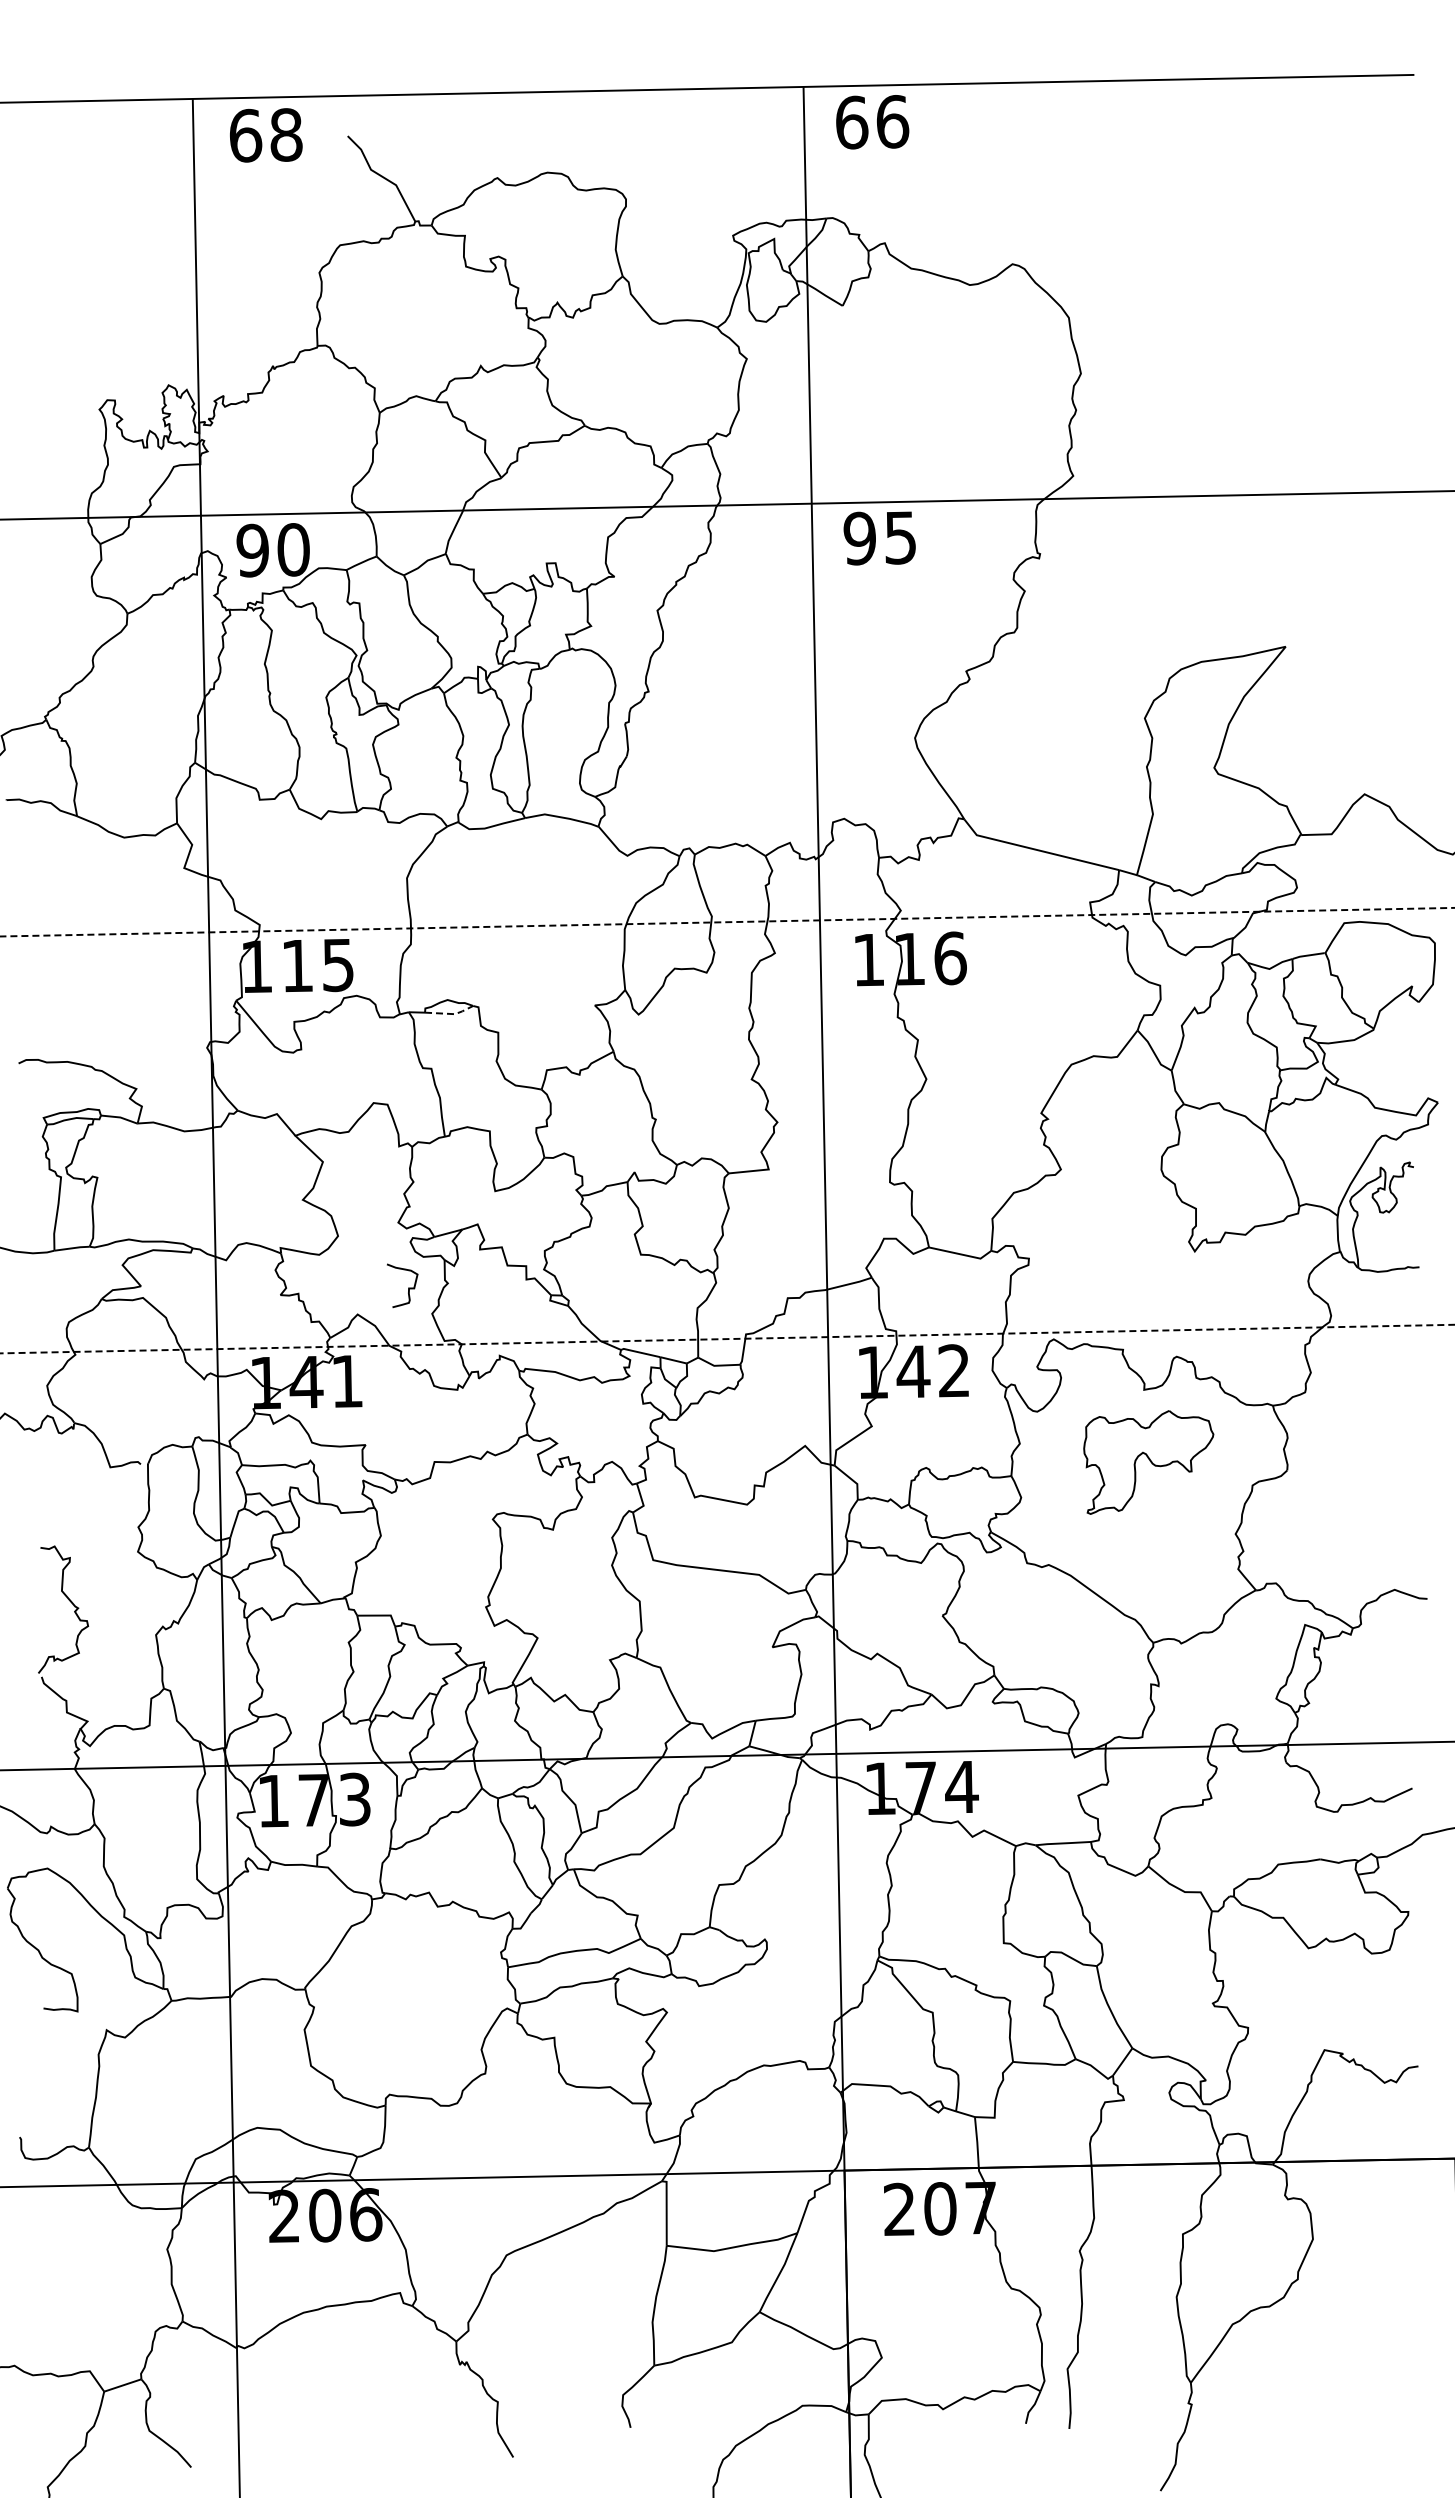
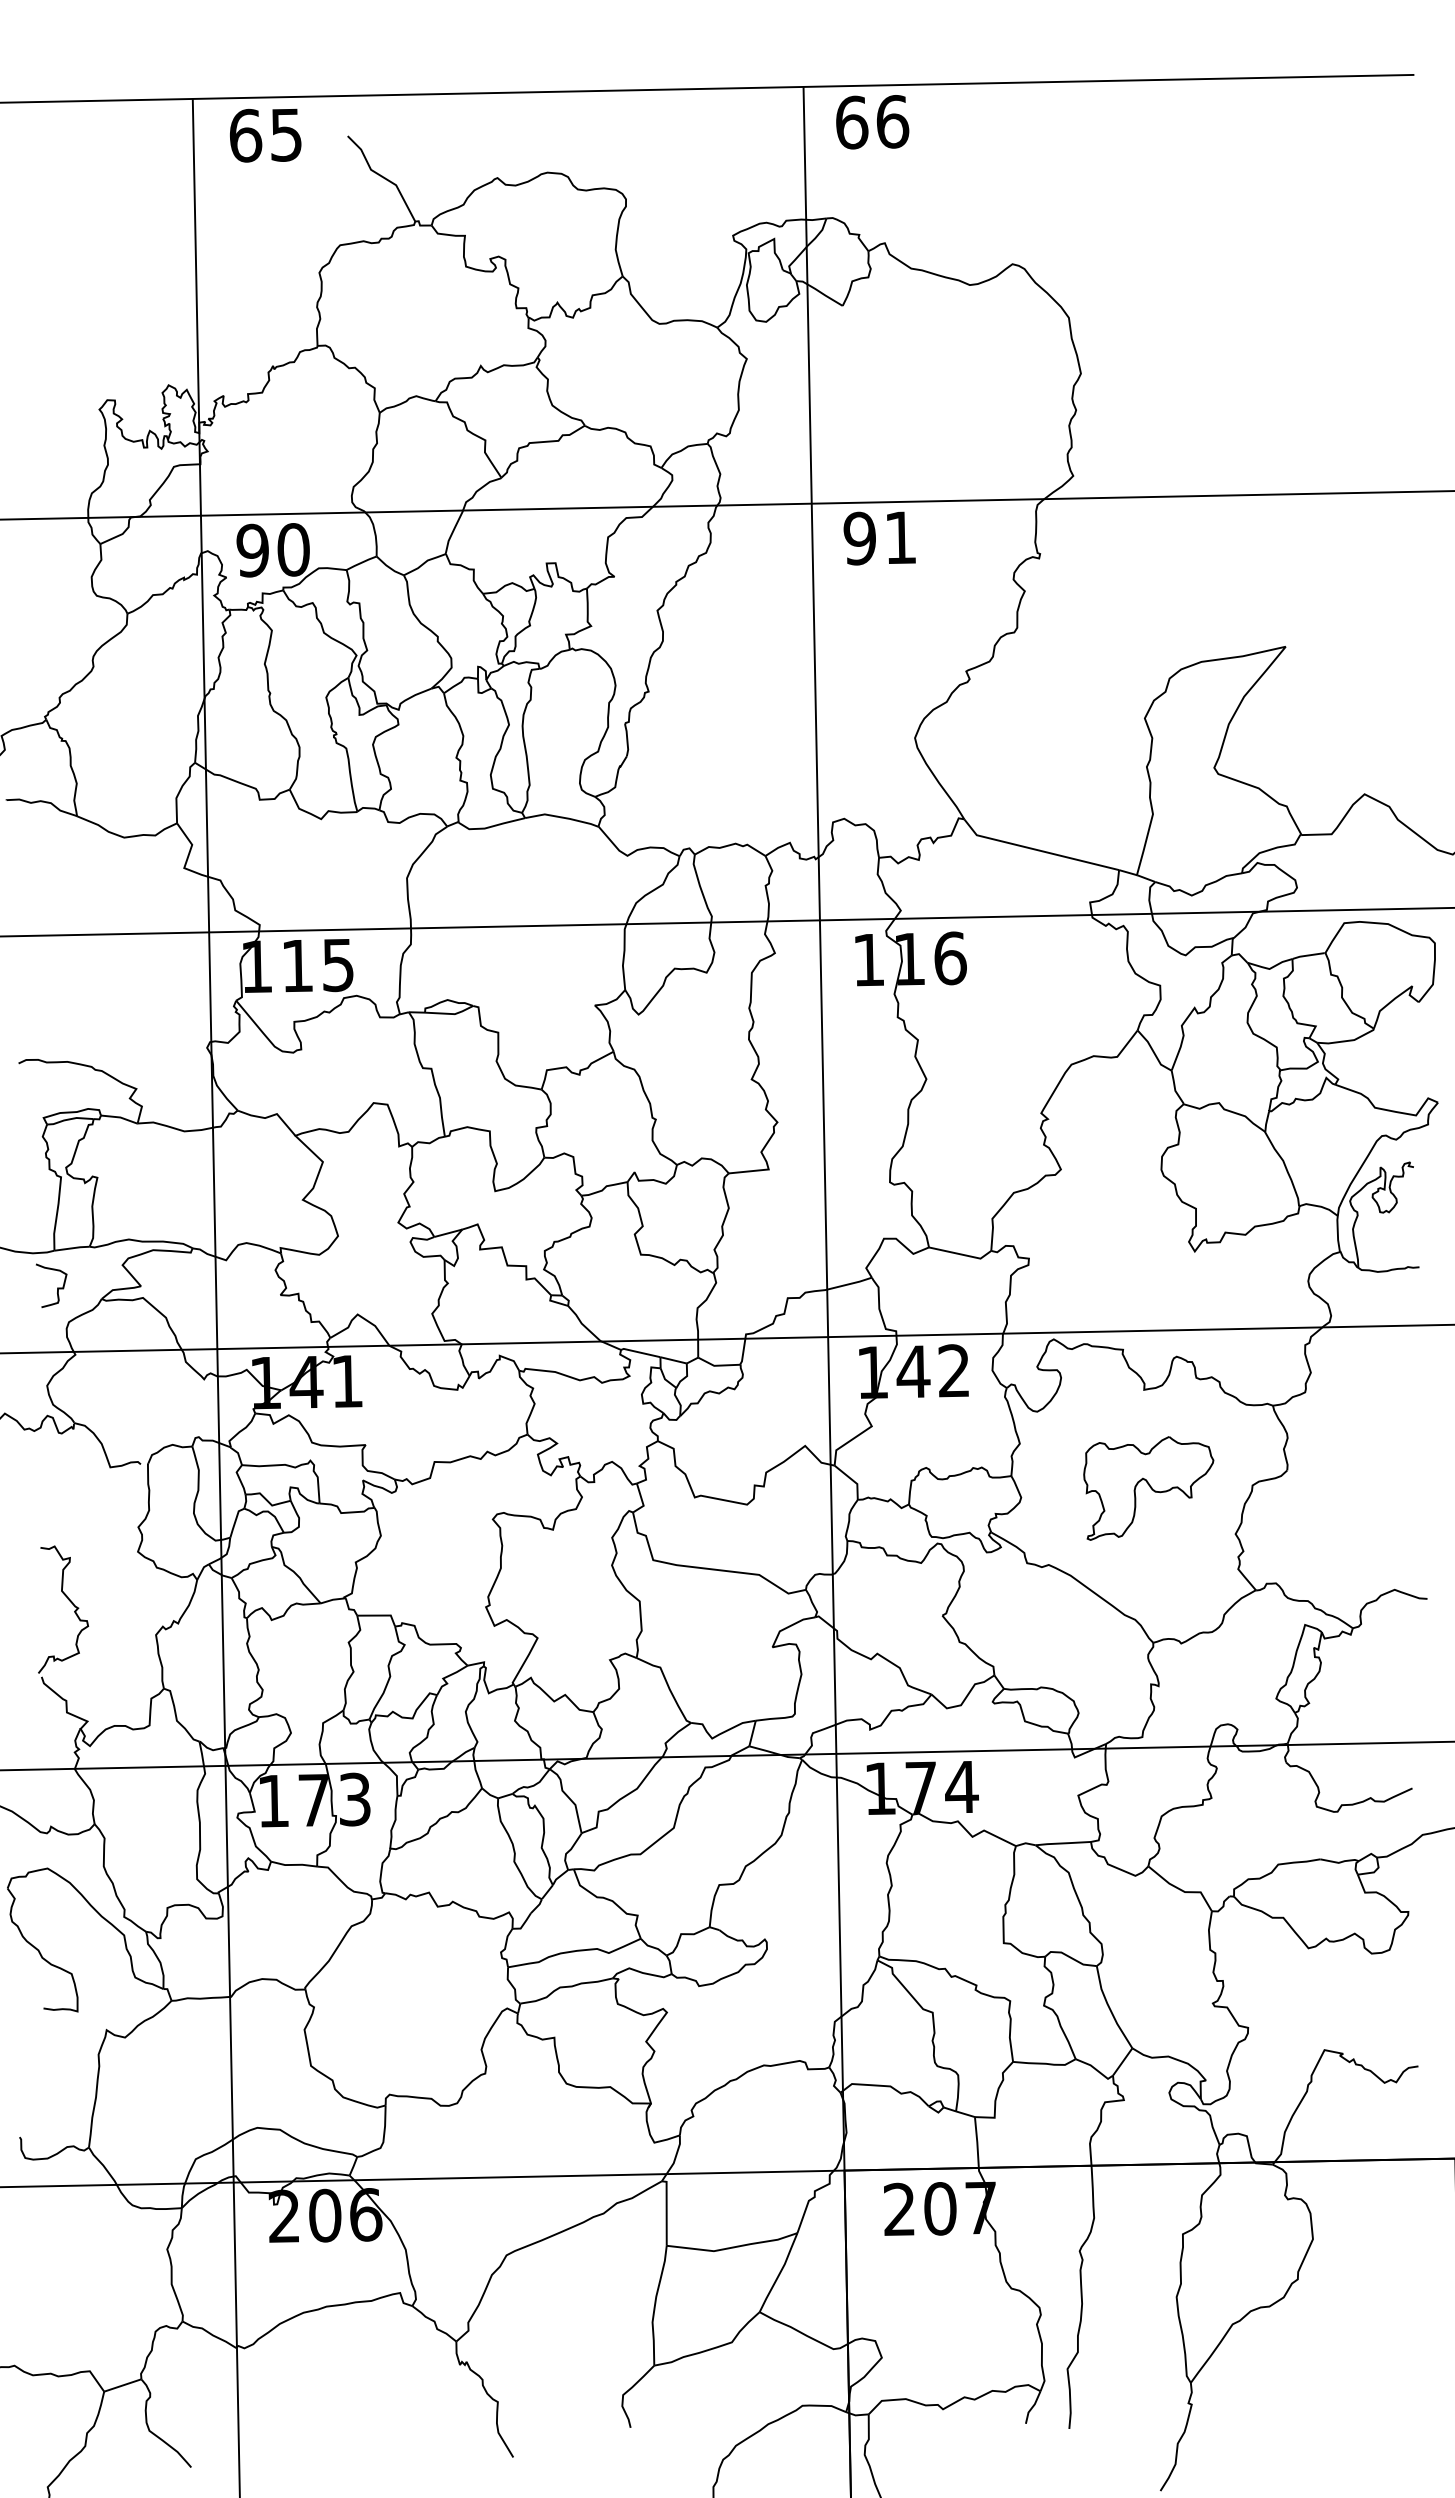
text at (286, 134): 68 -> 65
text at (900, 537): 95 -> 91
line at (727, 922): dashed -> solid
line at (451, 1014): dashed -> solid
curve at (408, 1287) position: (408, 1287) -> (57, 1287)
line at (728, 1339): dashed -> solid
part at (1148, 1462) position: (1148, 1462) -> (1148, 1488)
